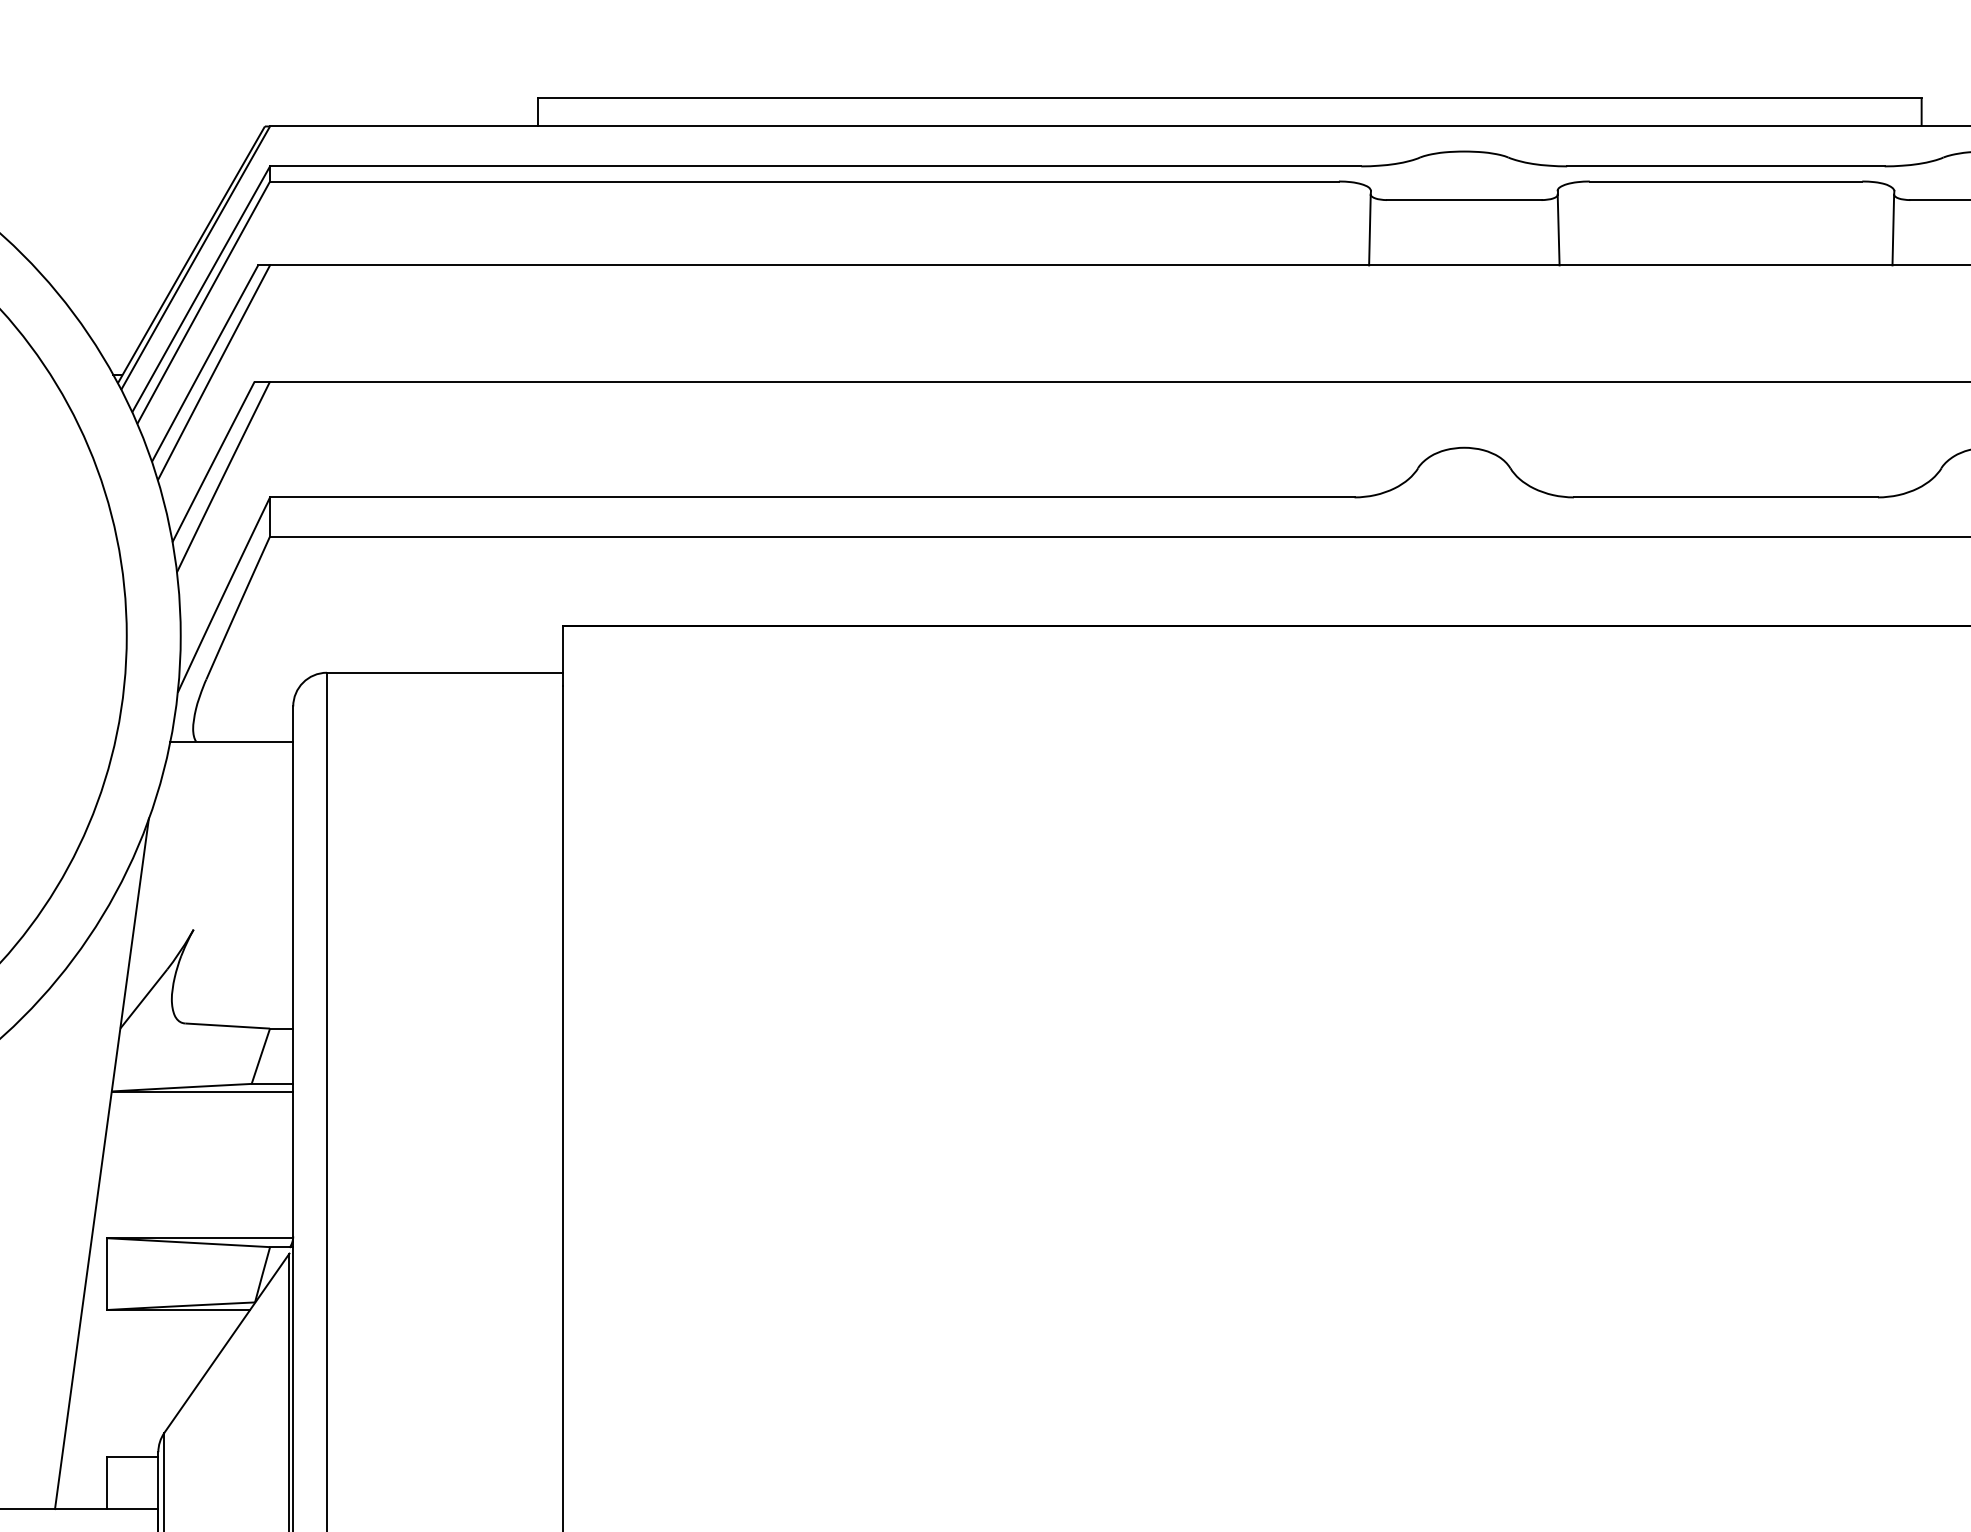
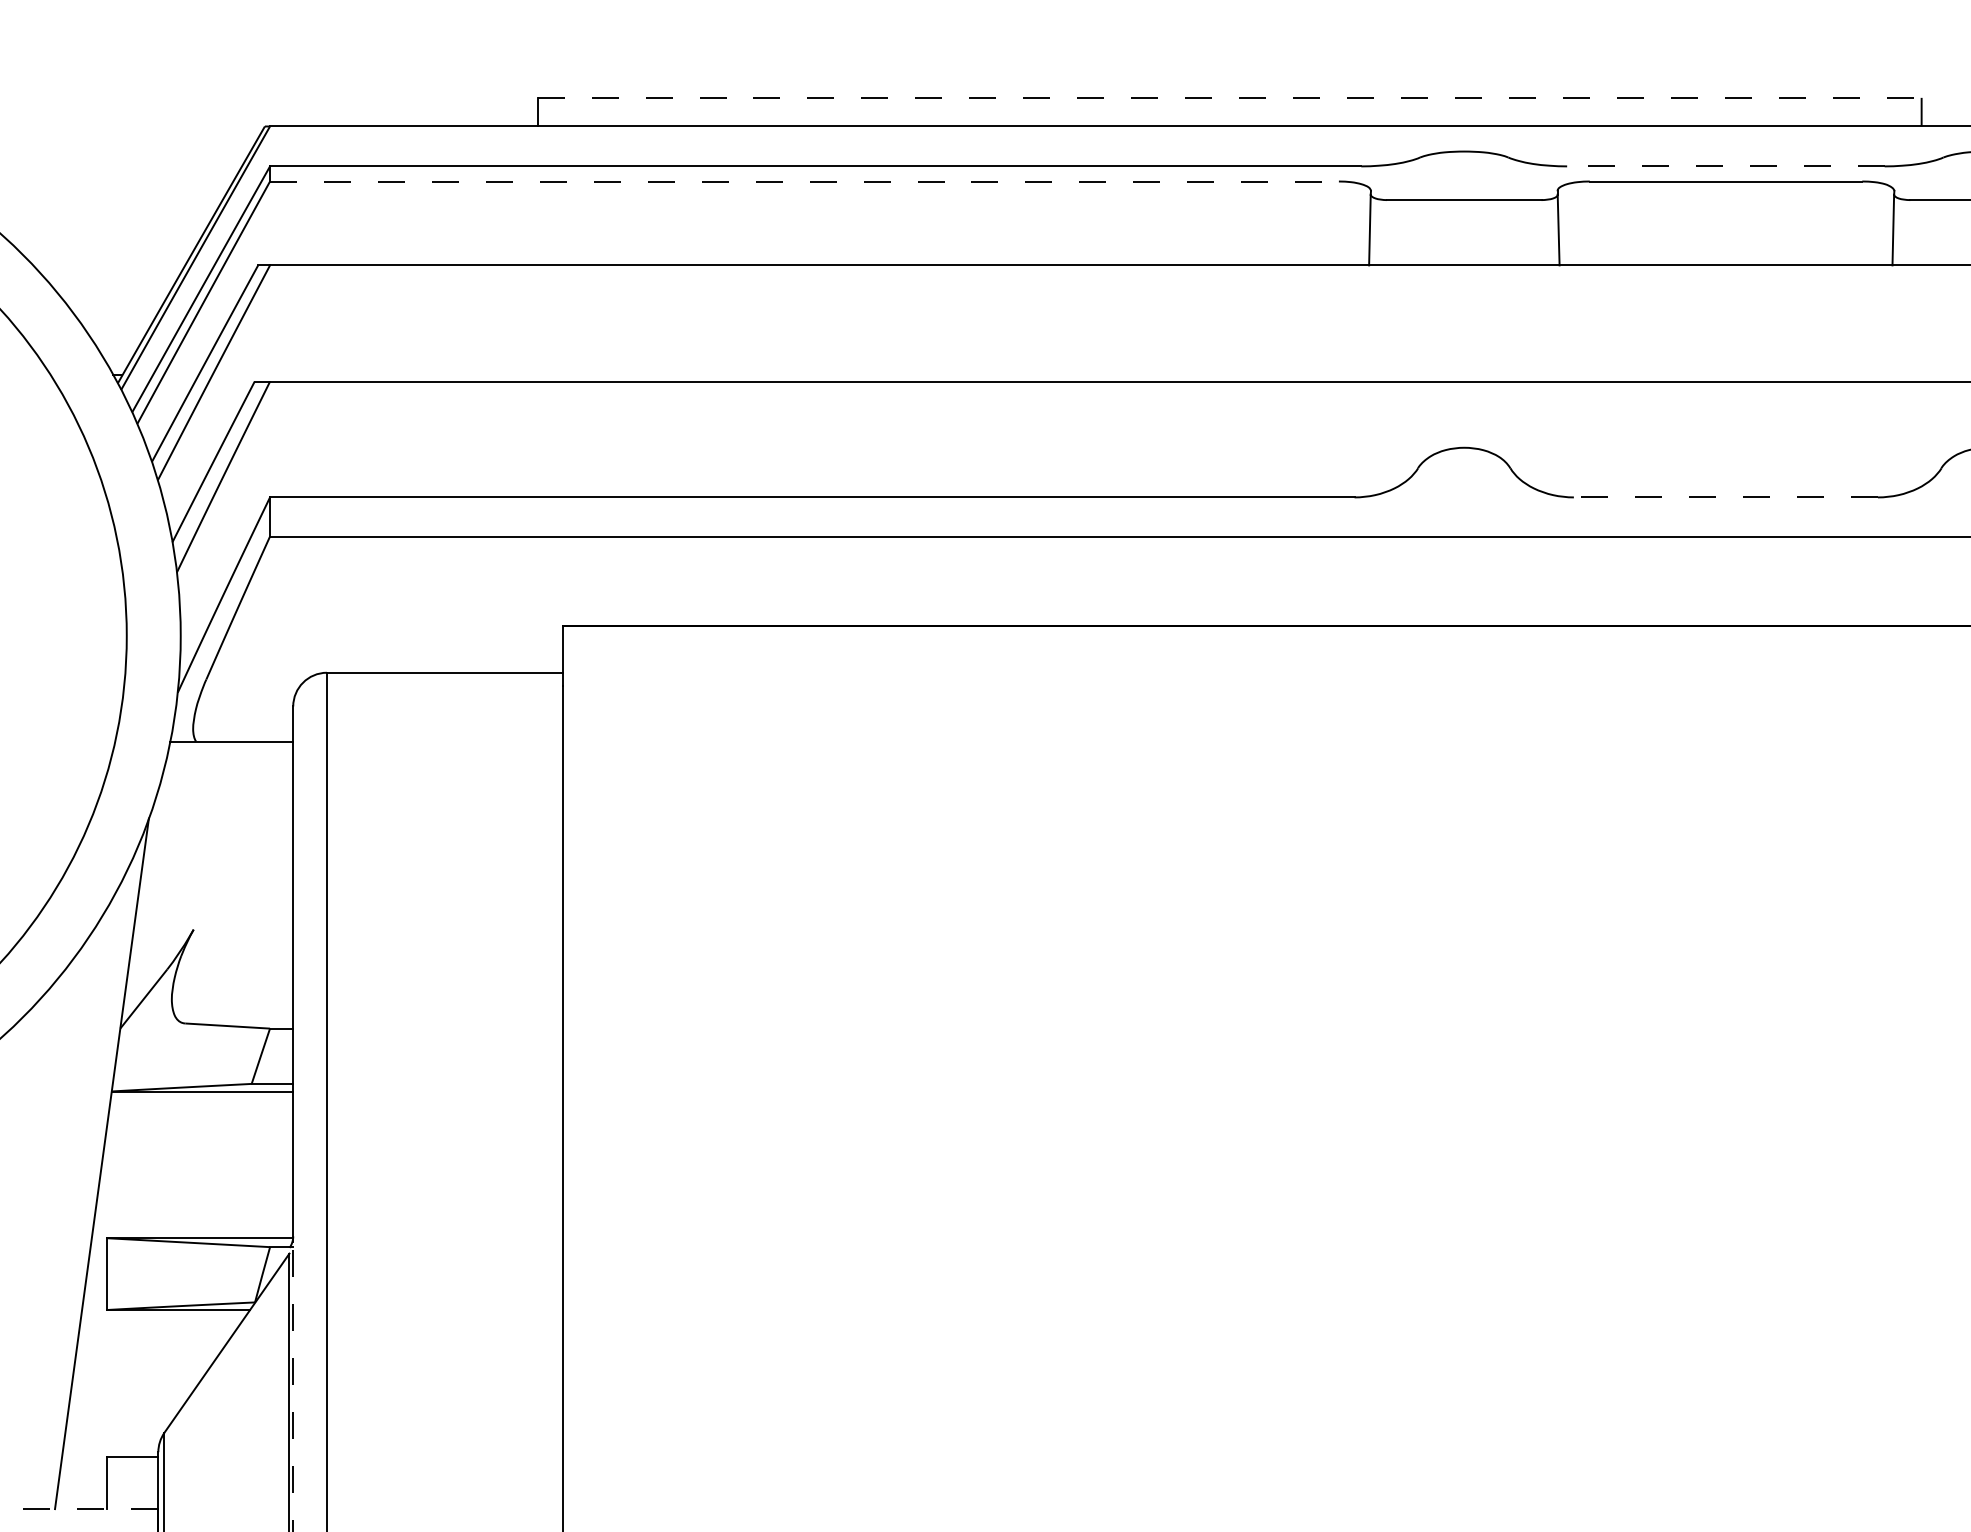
line at (1229, 97): solid -> dashed
line at (1725, 166): solid -> dashed
line at (804, 181): solid -> dashed
line at (1725, 497): solid -> dashed
line at (293, 1386): solid -> dashed
line at (79, 1509): solid -> dashed
